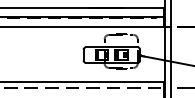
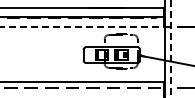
line at (82, 27): solid -> dashed
line at (171, 49): solid -> dashed
